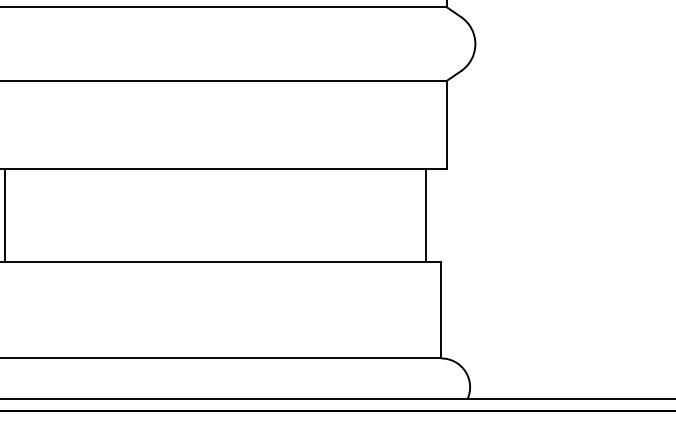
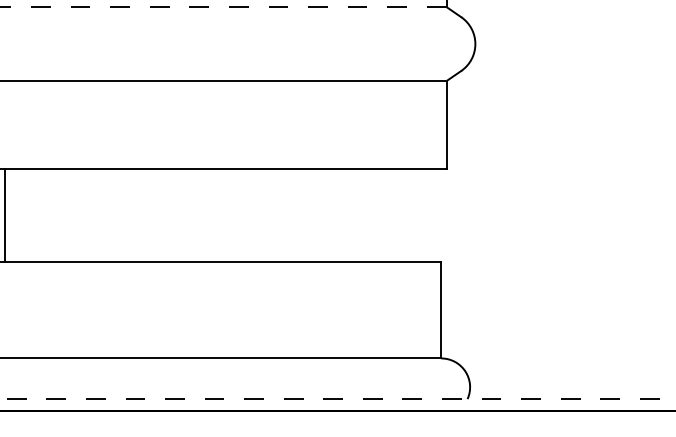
line at (223, 7): solid -> dashed
line at (425, 215): present -> none
line at (337, 399): solid -> dashed
